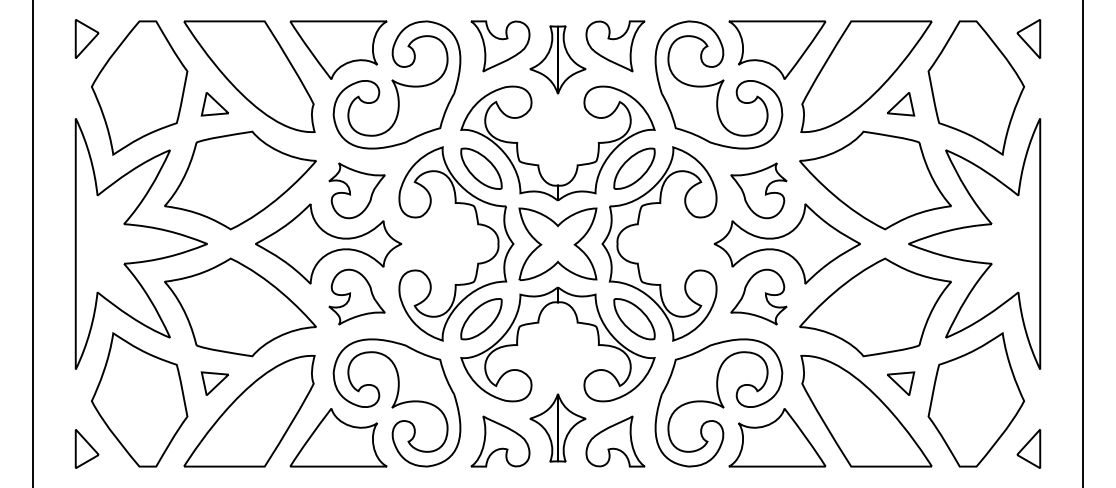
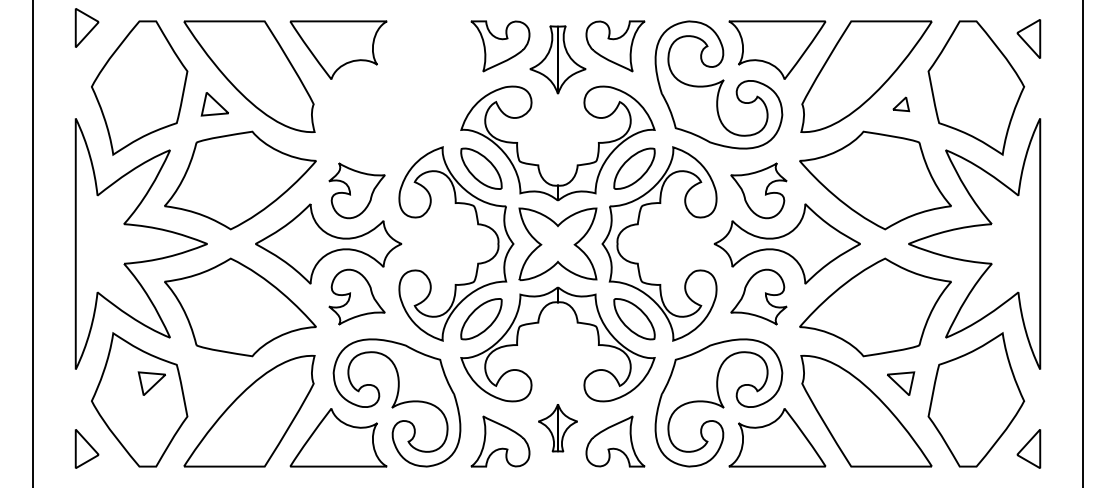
part at (86, 38) position: (86, 38) -> (86, 27)
part at (396, 84): present -> none
part at (901, 104) size: 29x25 px -> 19x17 px
part at (214, 383) position: (214, 383) -> (151, 383)
part at (557, 427) size: 58x70 px -> 40x49 px
